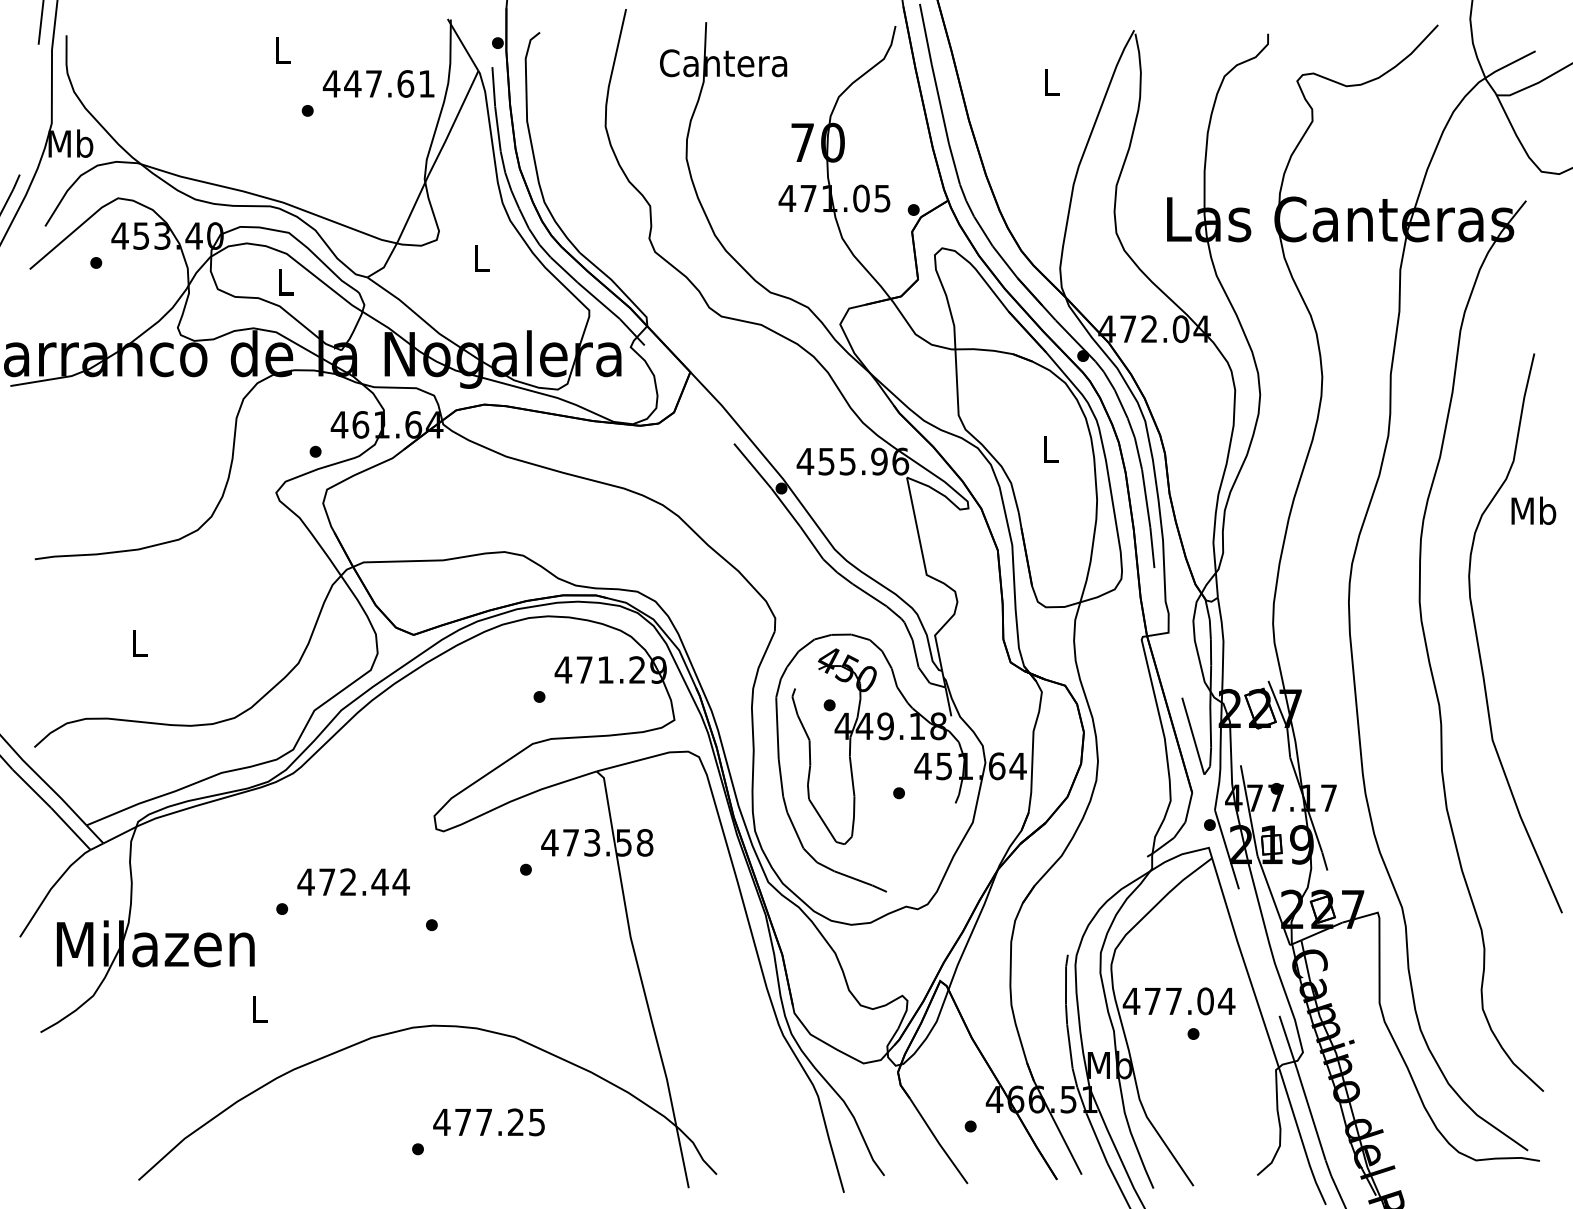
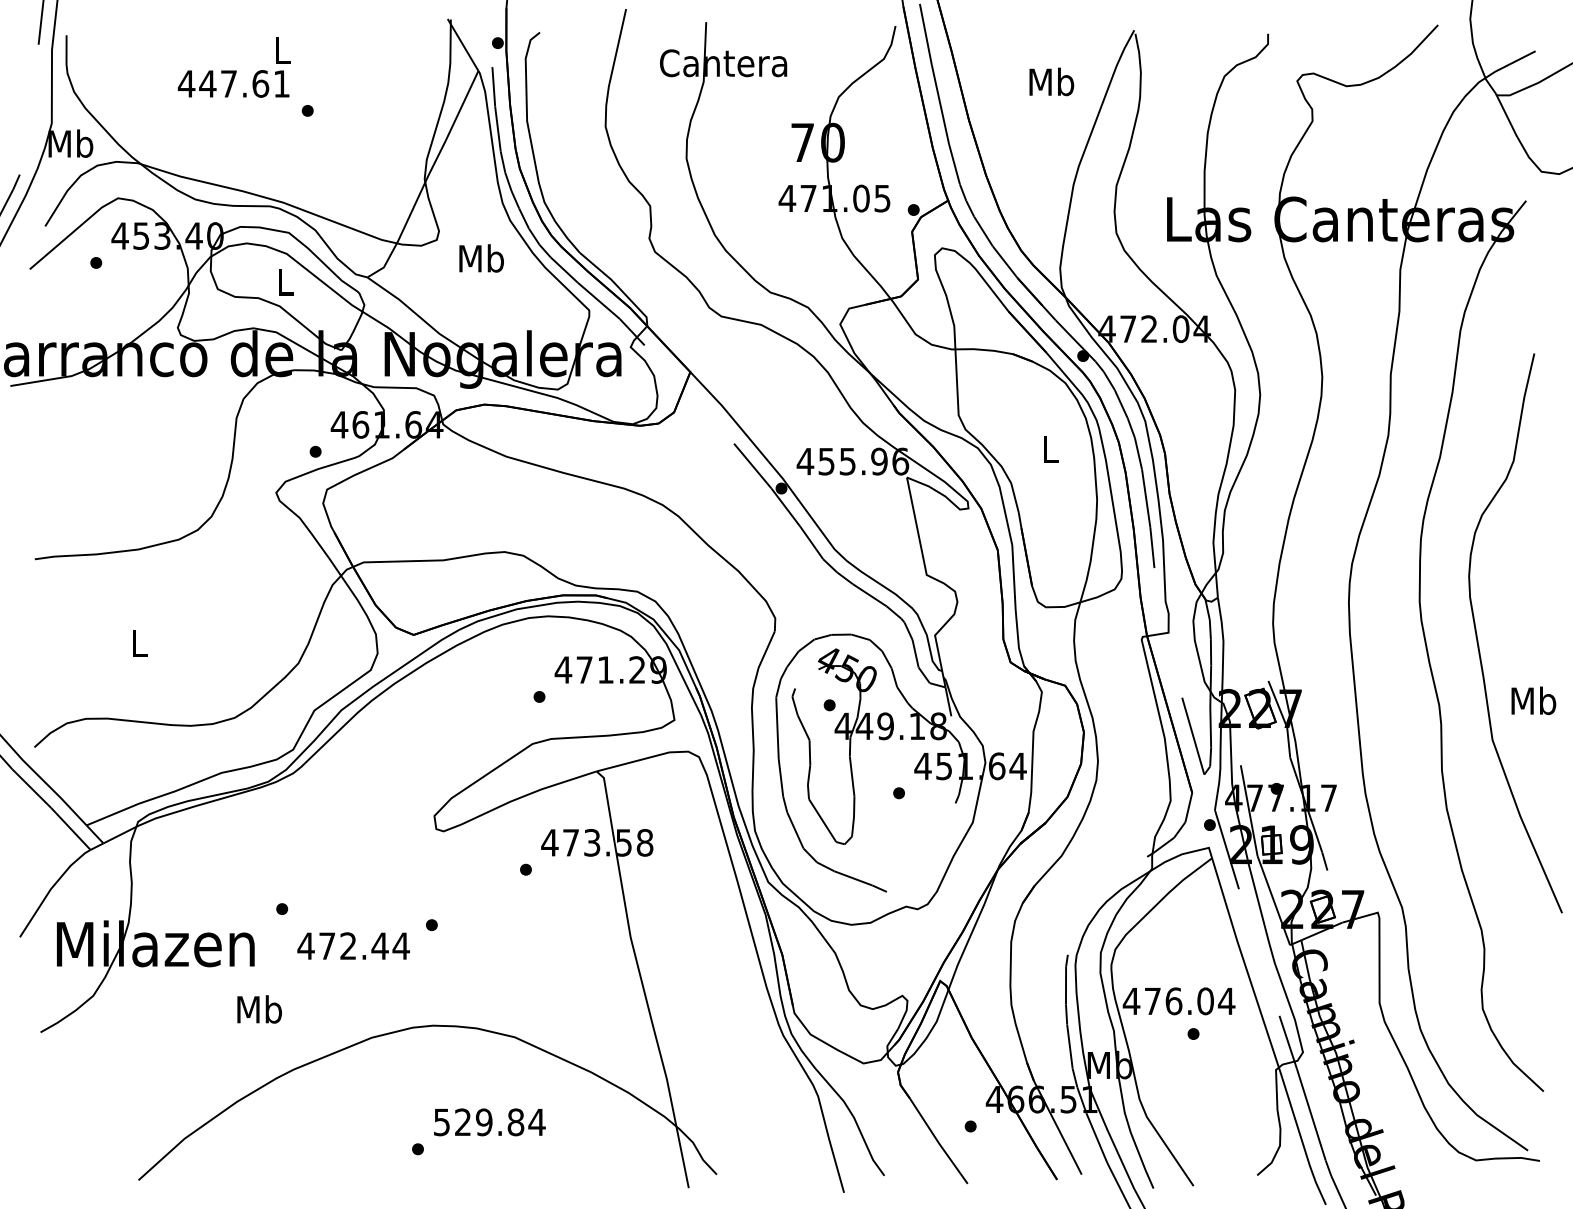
text at (1051, 81): L -> Mb
text at (378, 83) position: (378, 83) -> (233, 83)
text at (481, 258): L -> Mb
text at (1533, 510) position: (1533, 510) -> (1533, 700)
text at (353, 881) position: (353, 881) -> (353, 945)
text at (1173, 1001): 477.04 -> 476.04
text at (259, 1009): L -> Mb
text at (489, 1122): 477.25 -> 529.84
